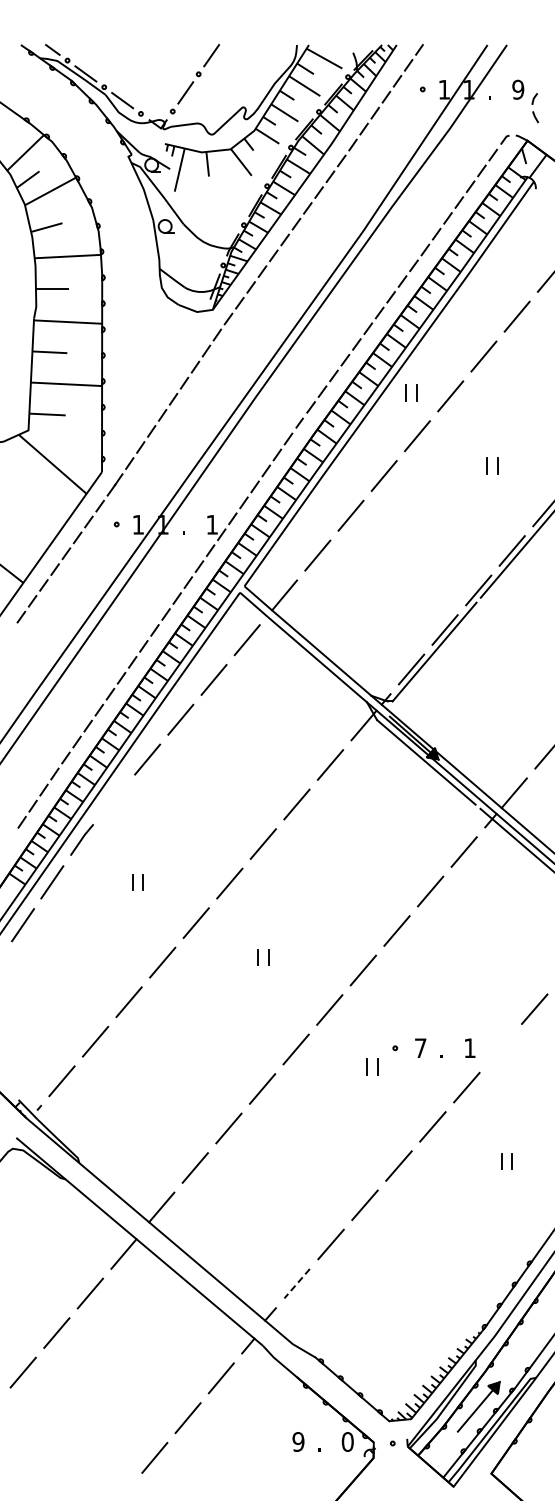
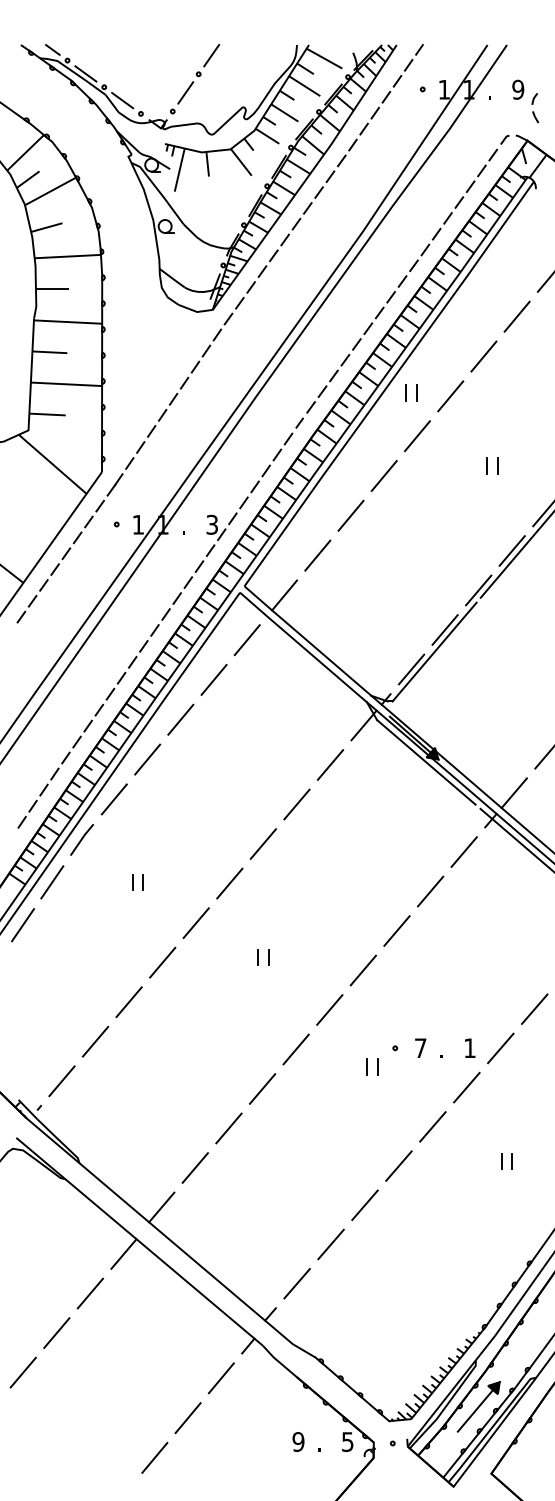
text at (211, 524): 1 -> 3
line at (113, 799): none -> present
line at (500, 1048): none -> present
line at (296, 1284): dashed -> solid
text at (347, 1441): 0 -> 5
